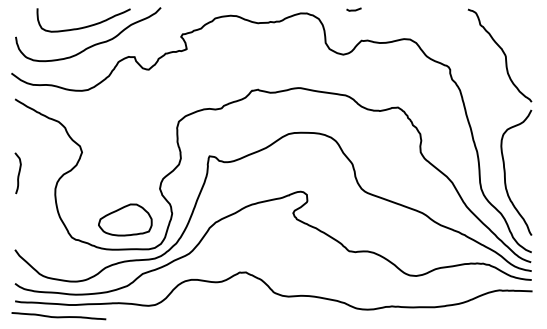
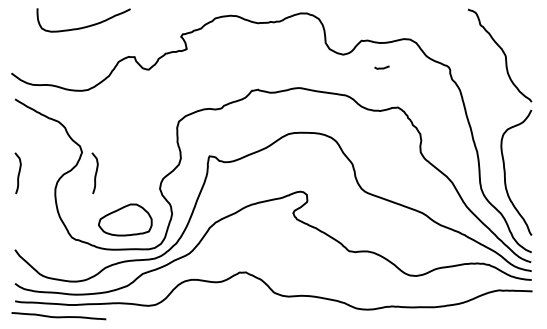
line at (353, 9) position: (353, 9) -> (381, 67)
curve at (93, 44): present -> none
curve at (95, 173): none -> present
